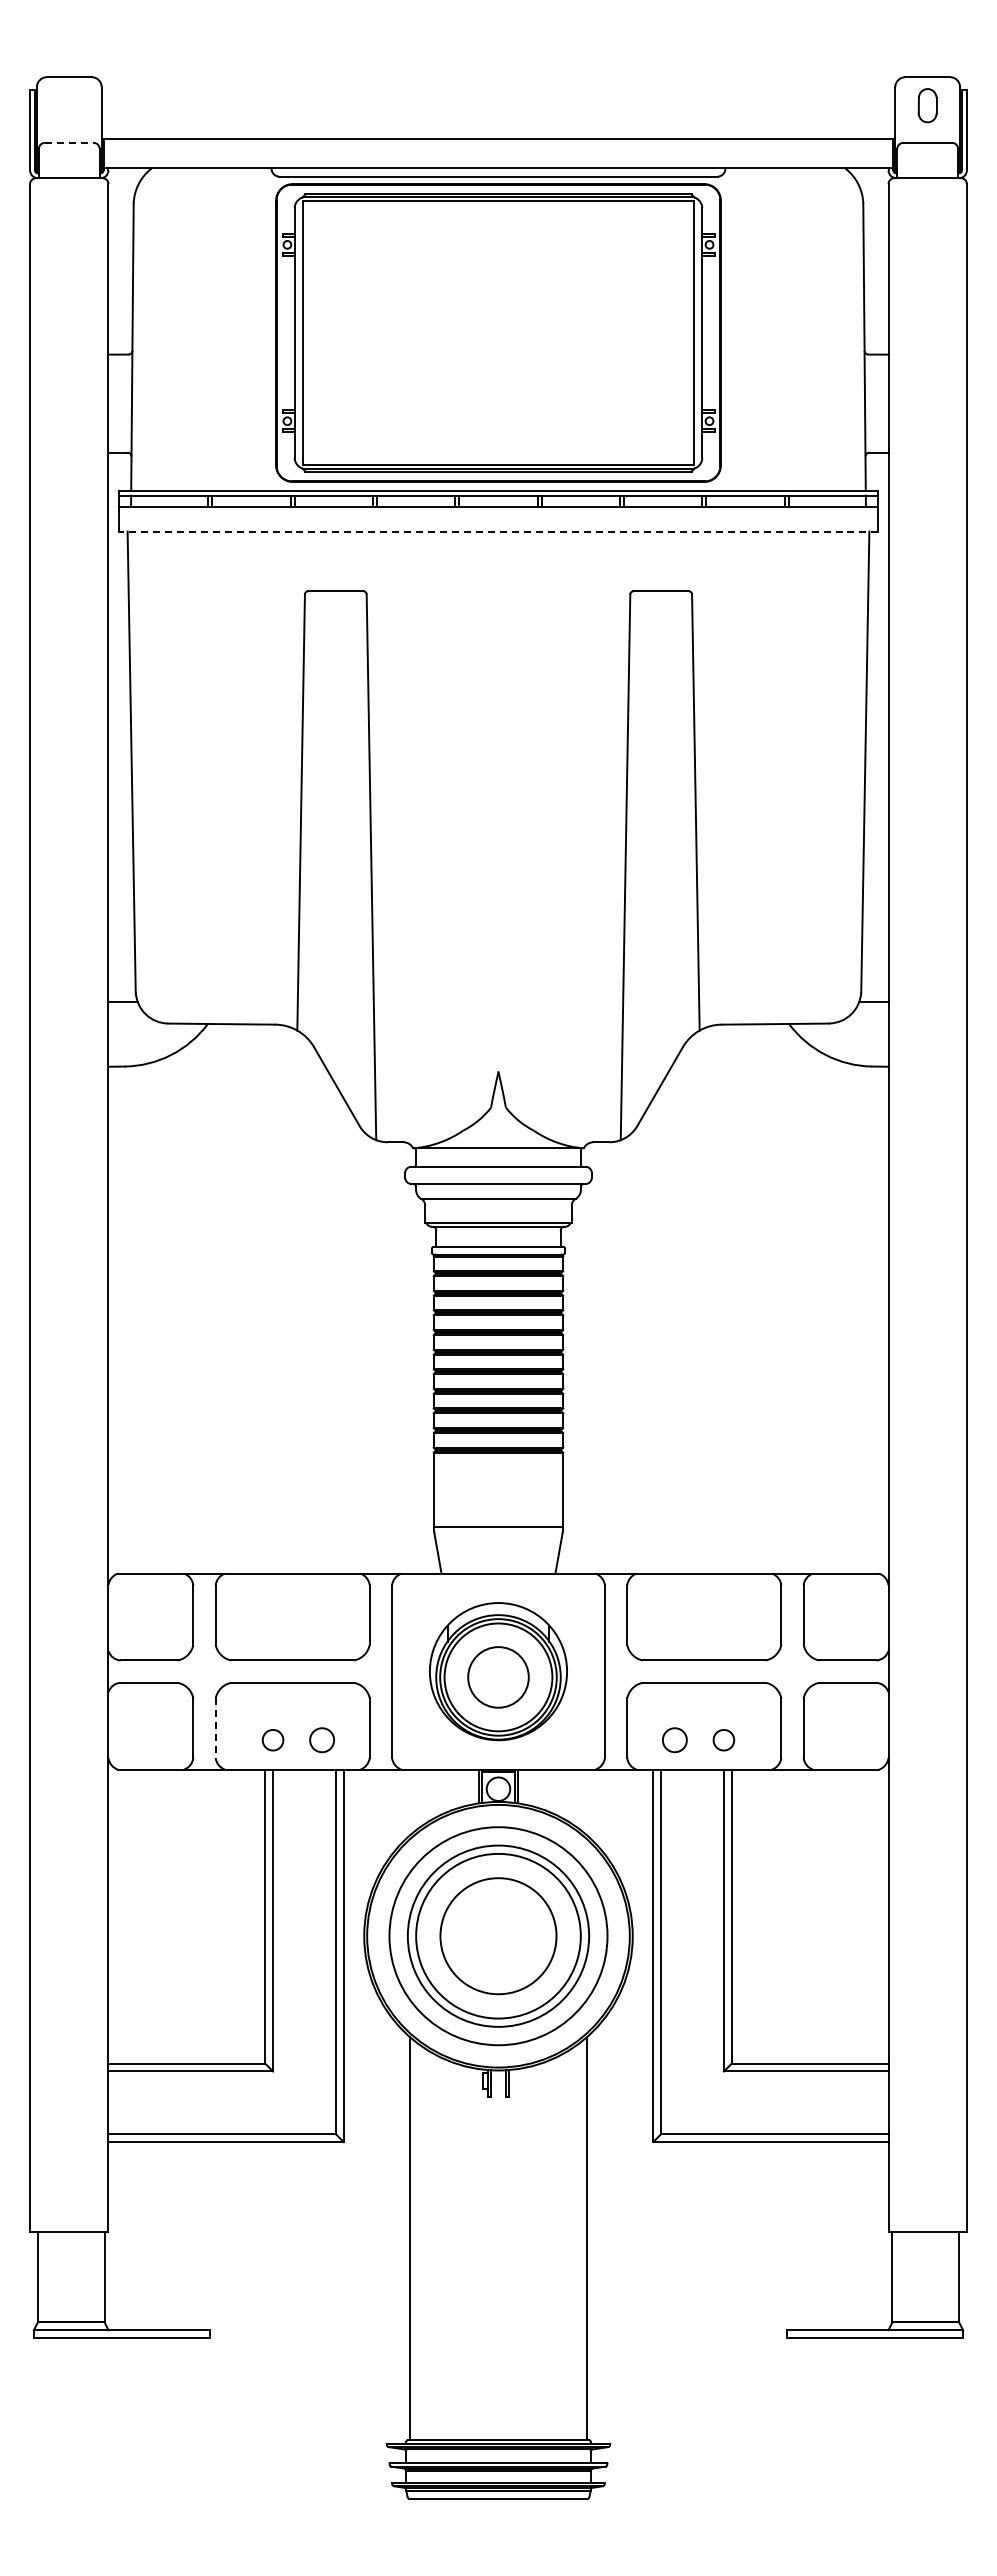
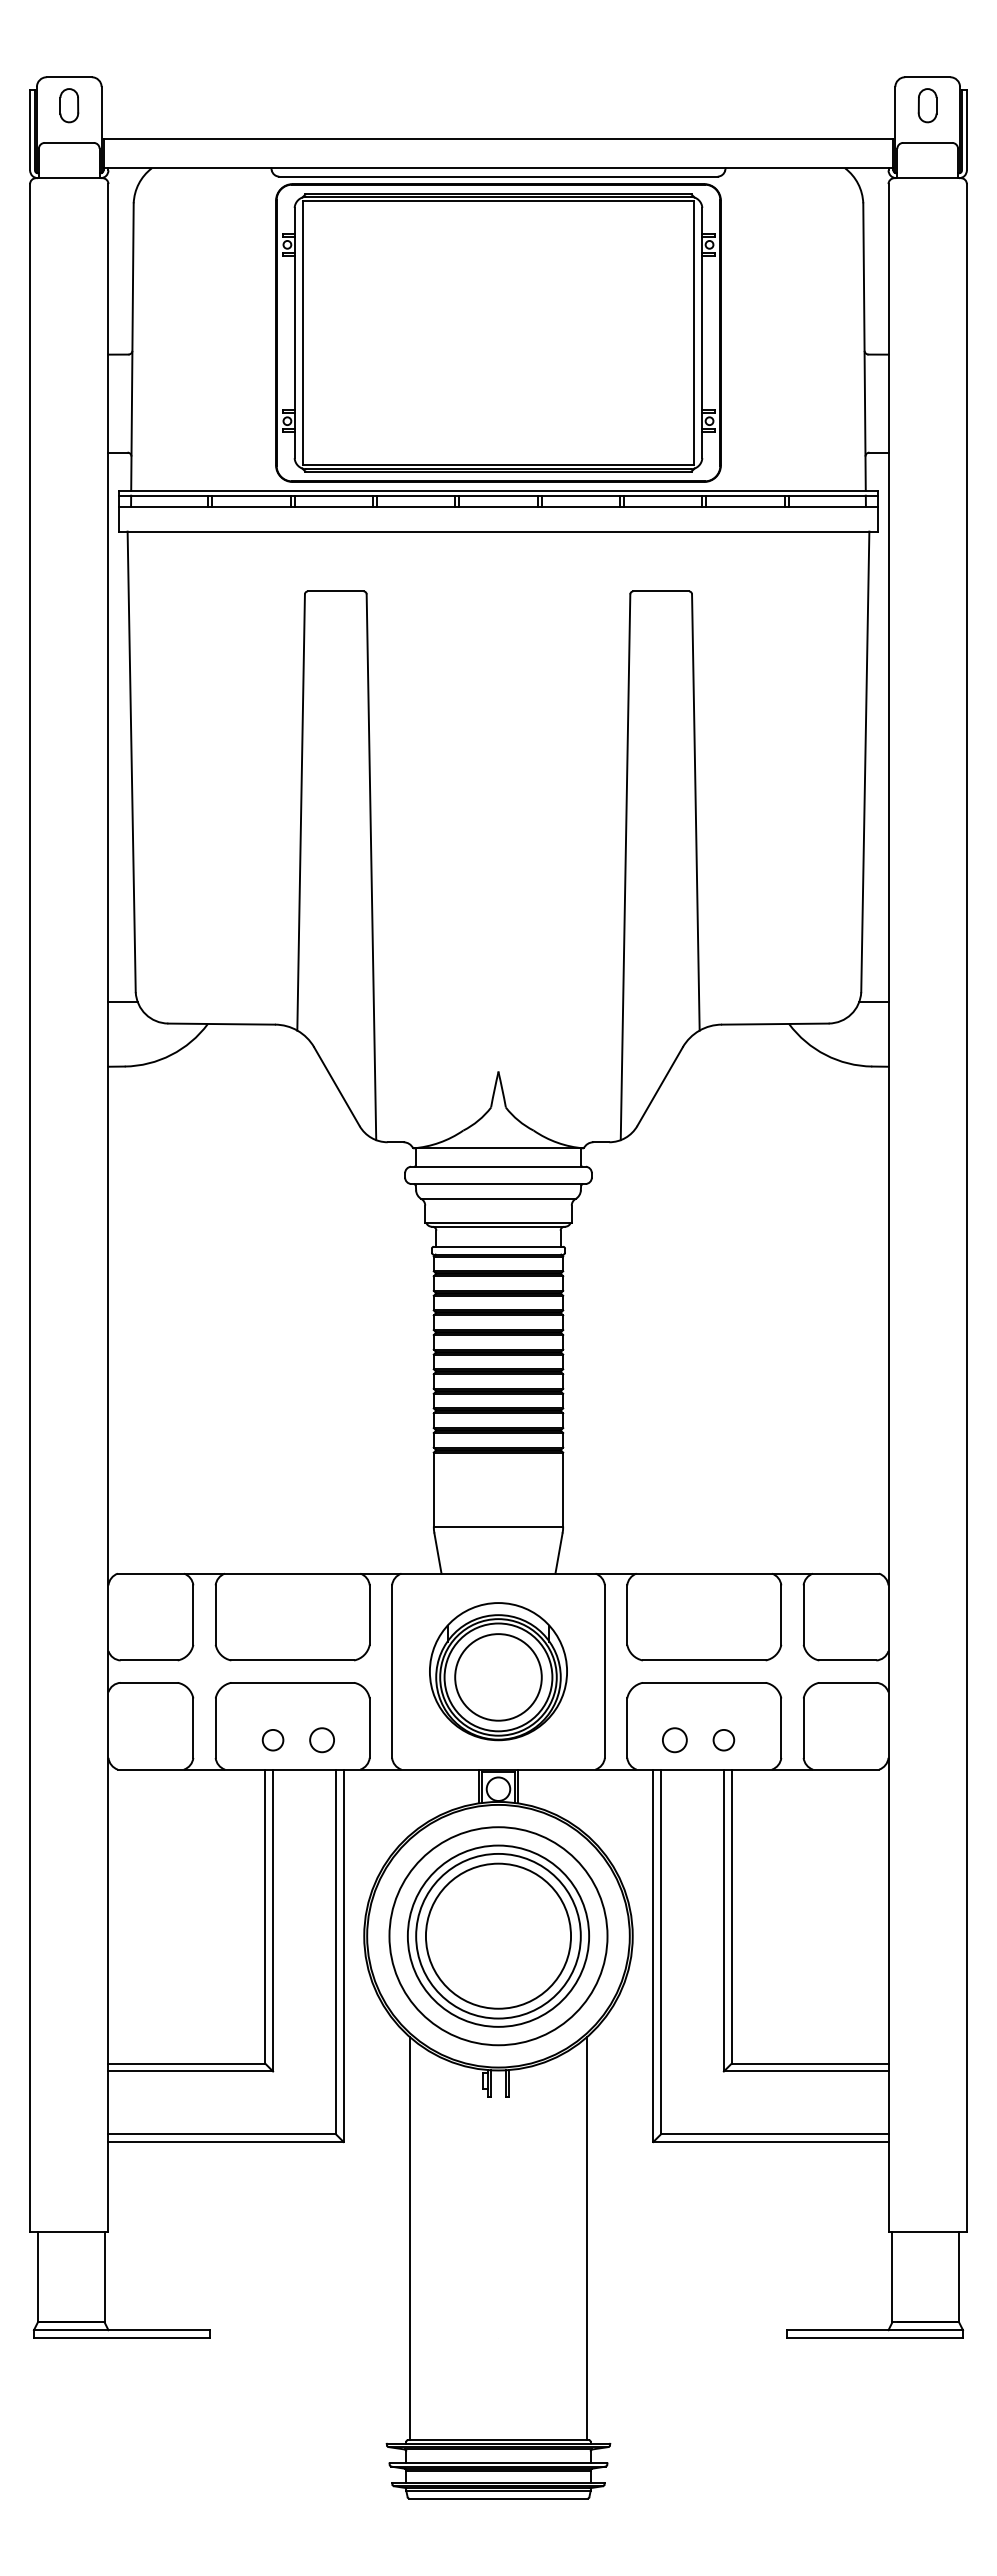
part at (69, 105): none -> present
line at (69, 142): dashed -> solid
line at (498, 531): dashed -> solid
circle at (498, 1677) diameter: 61 px -> 87 px
line at (215, 1728): dashed -> solid
circle at (498, 1936) diameter: 116 px -> 145 px
